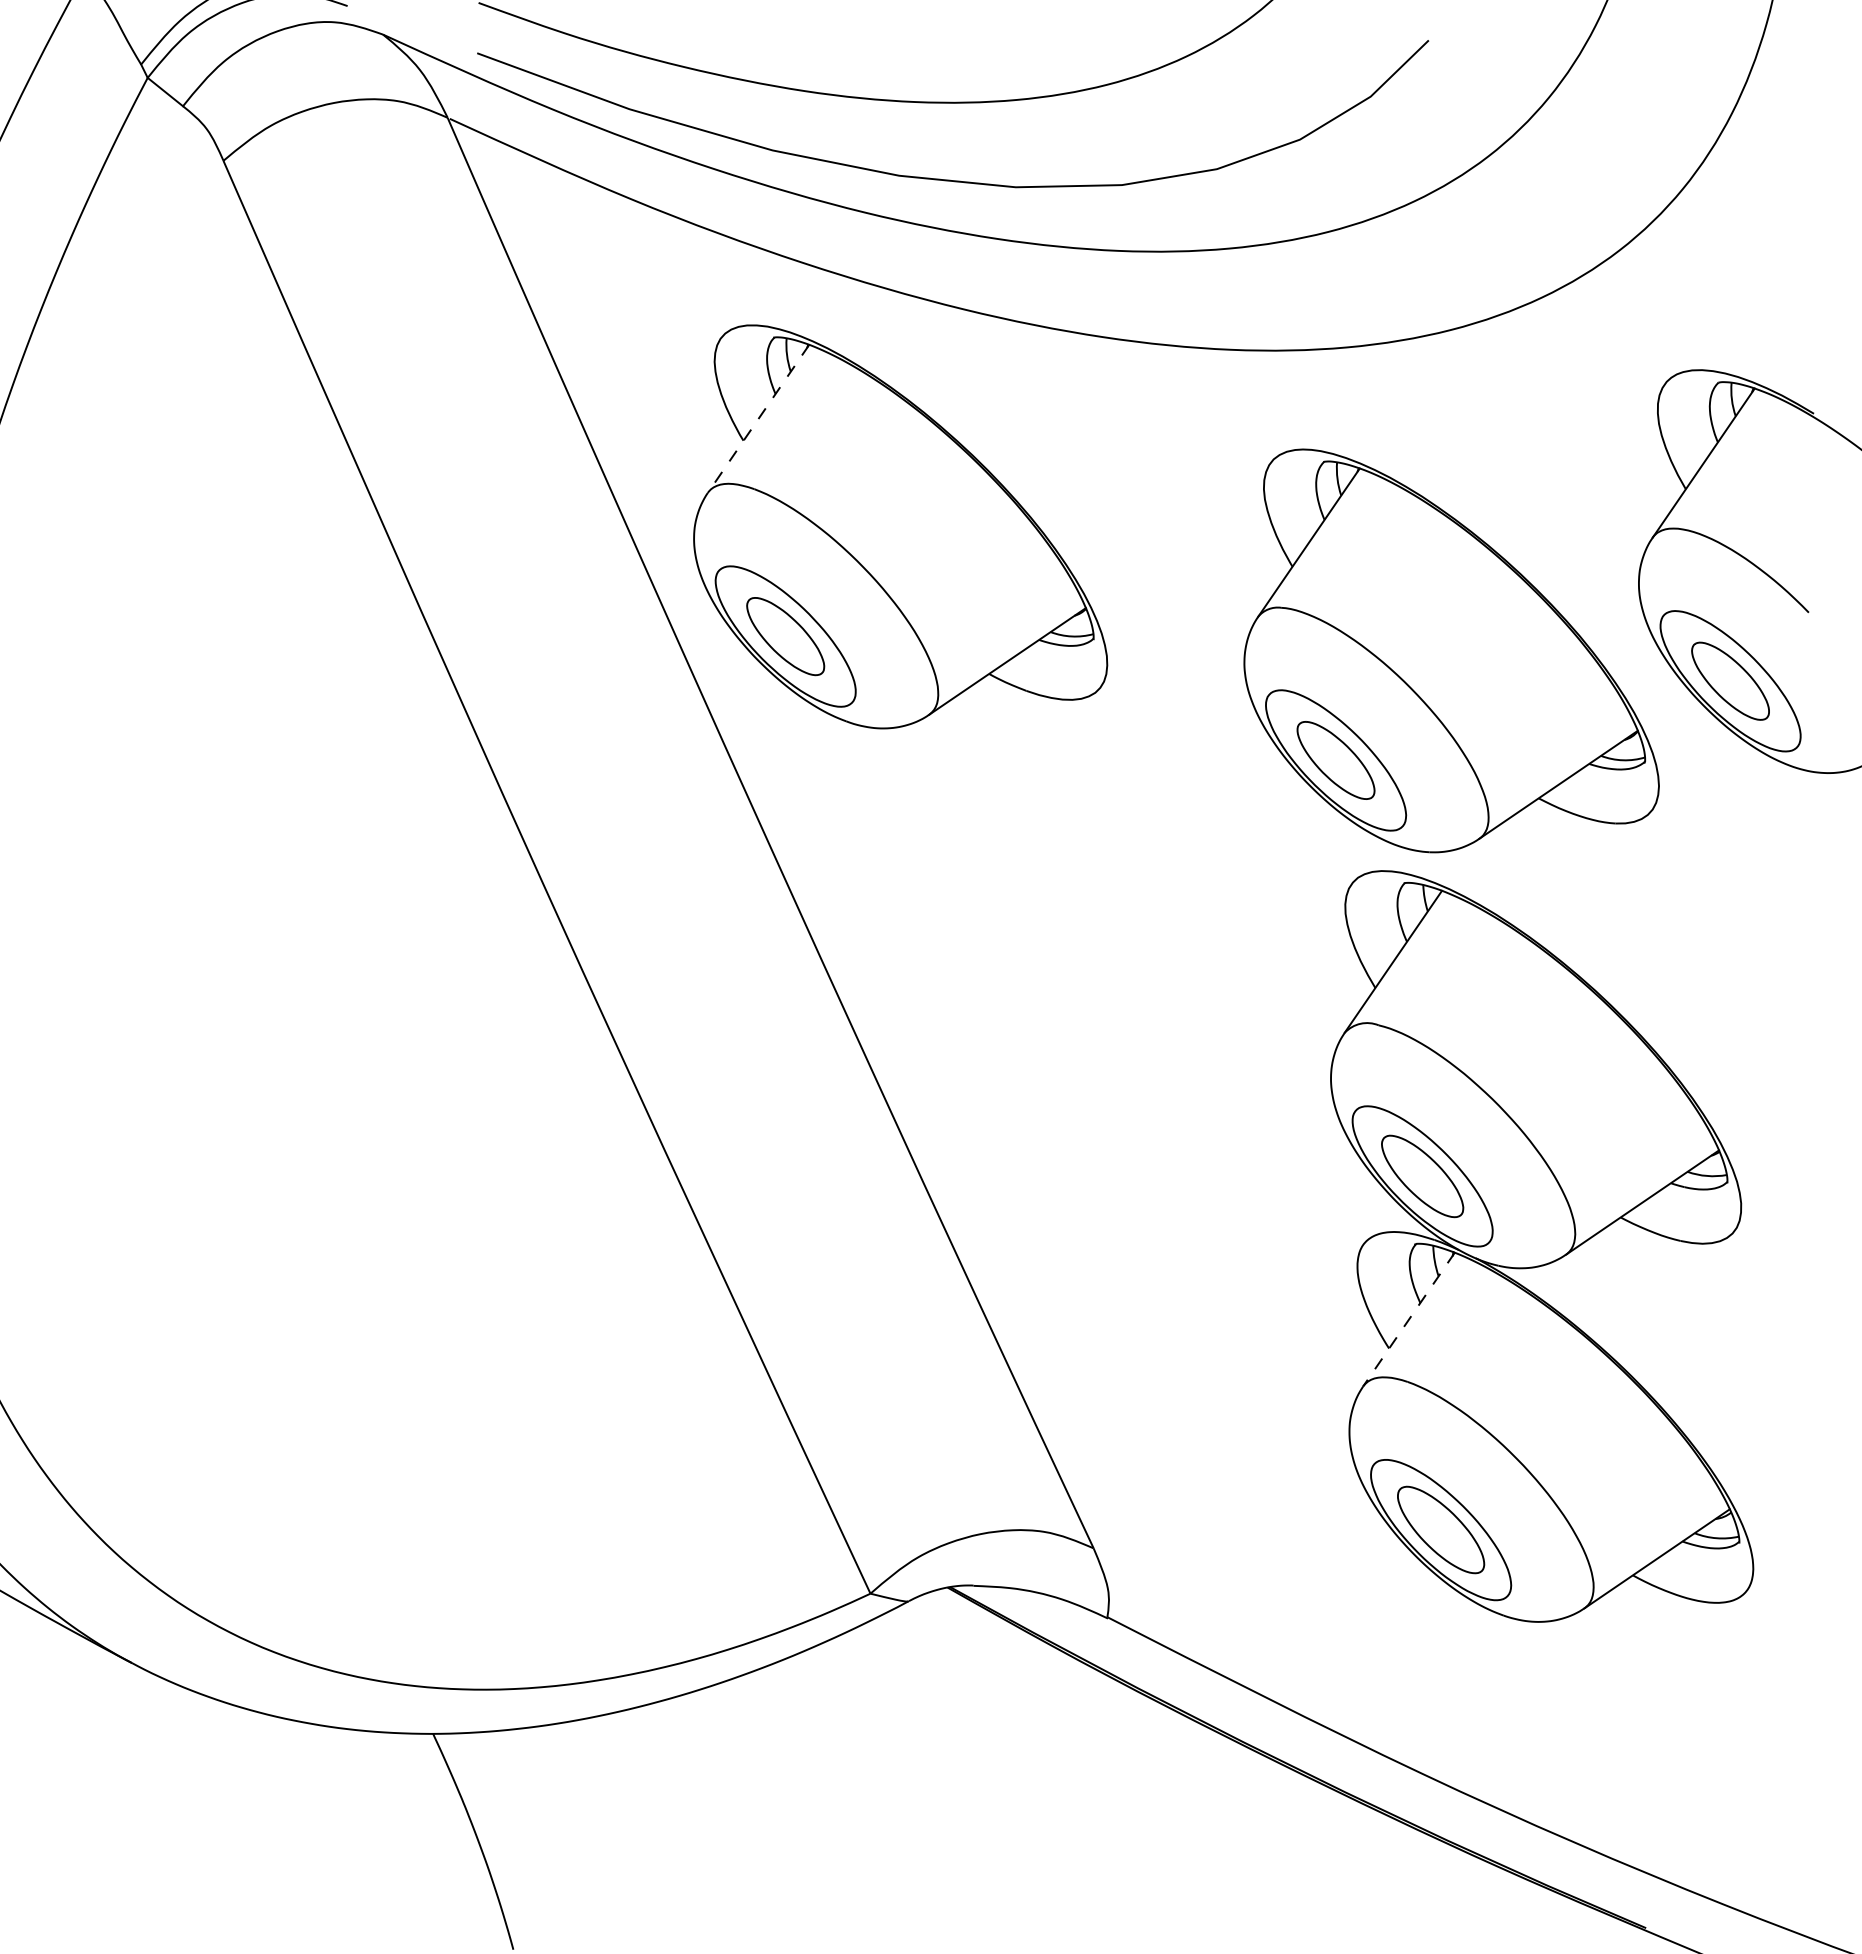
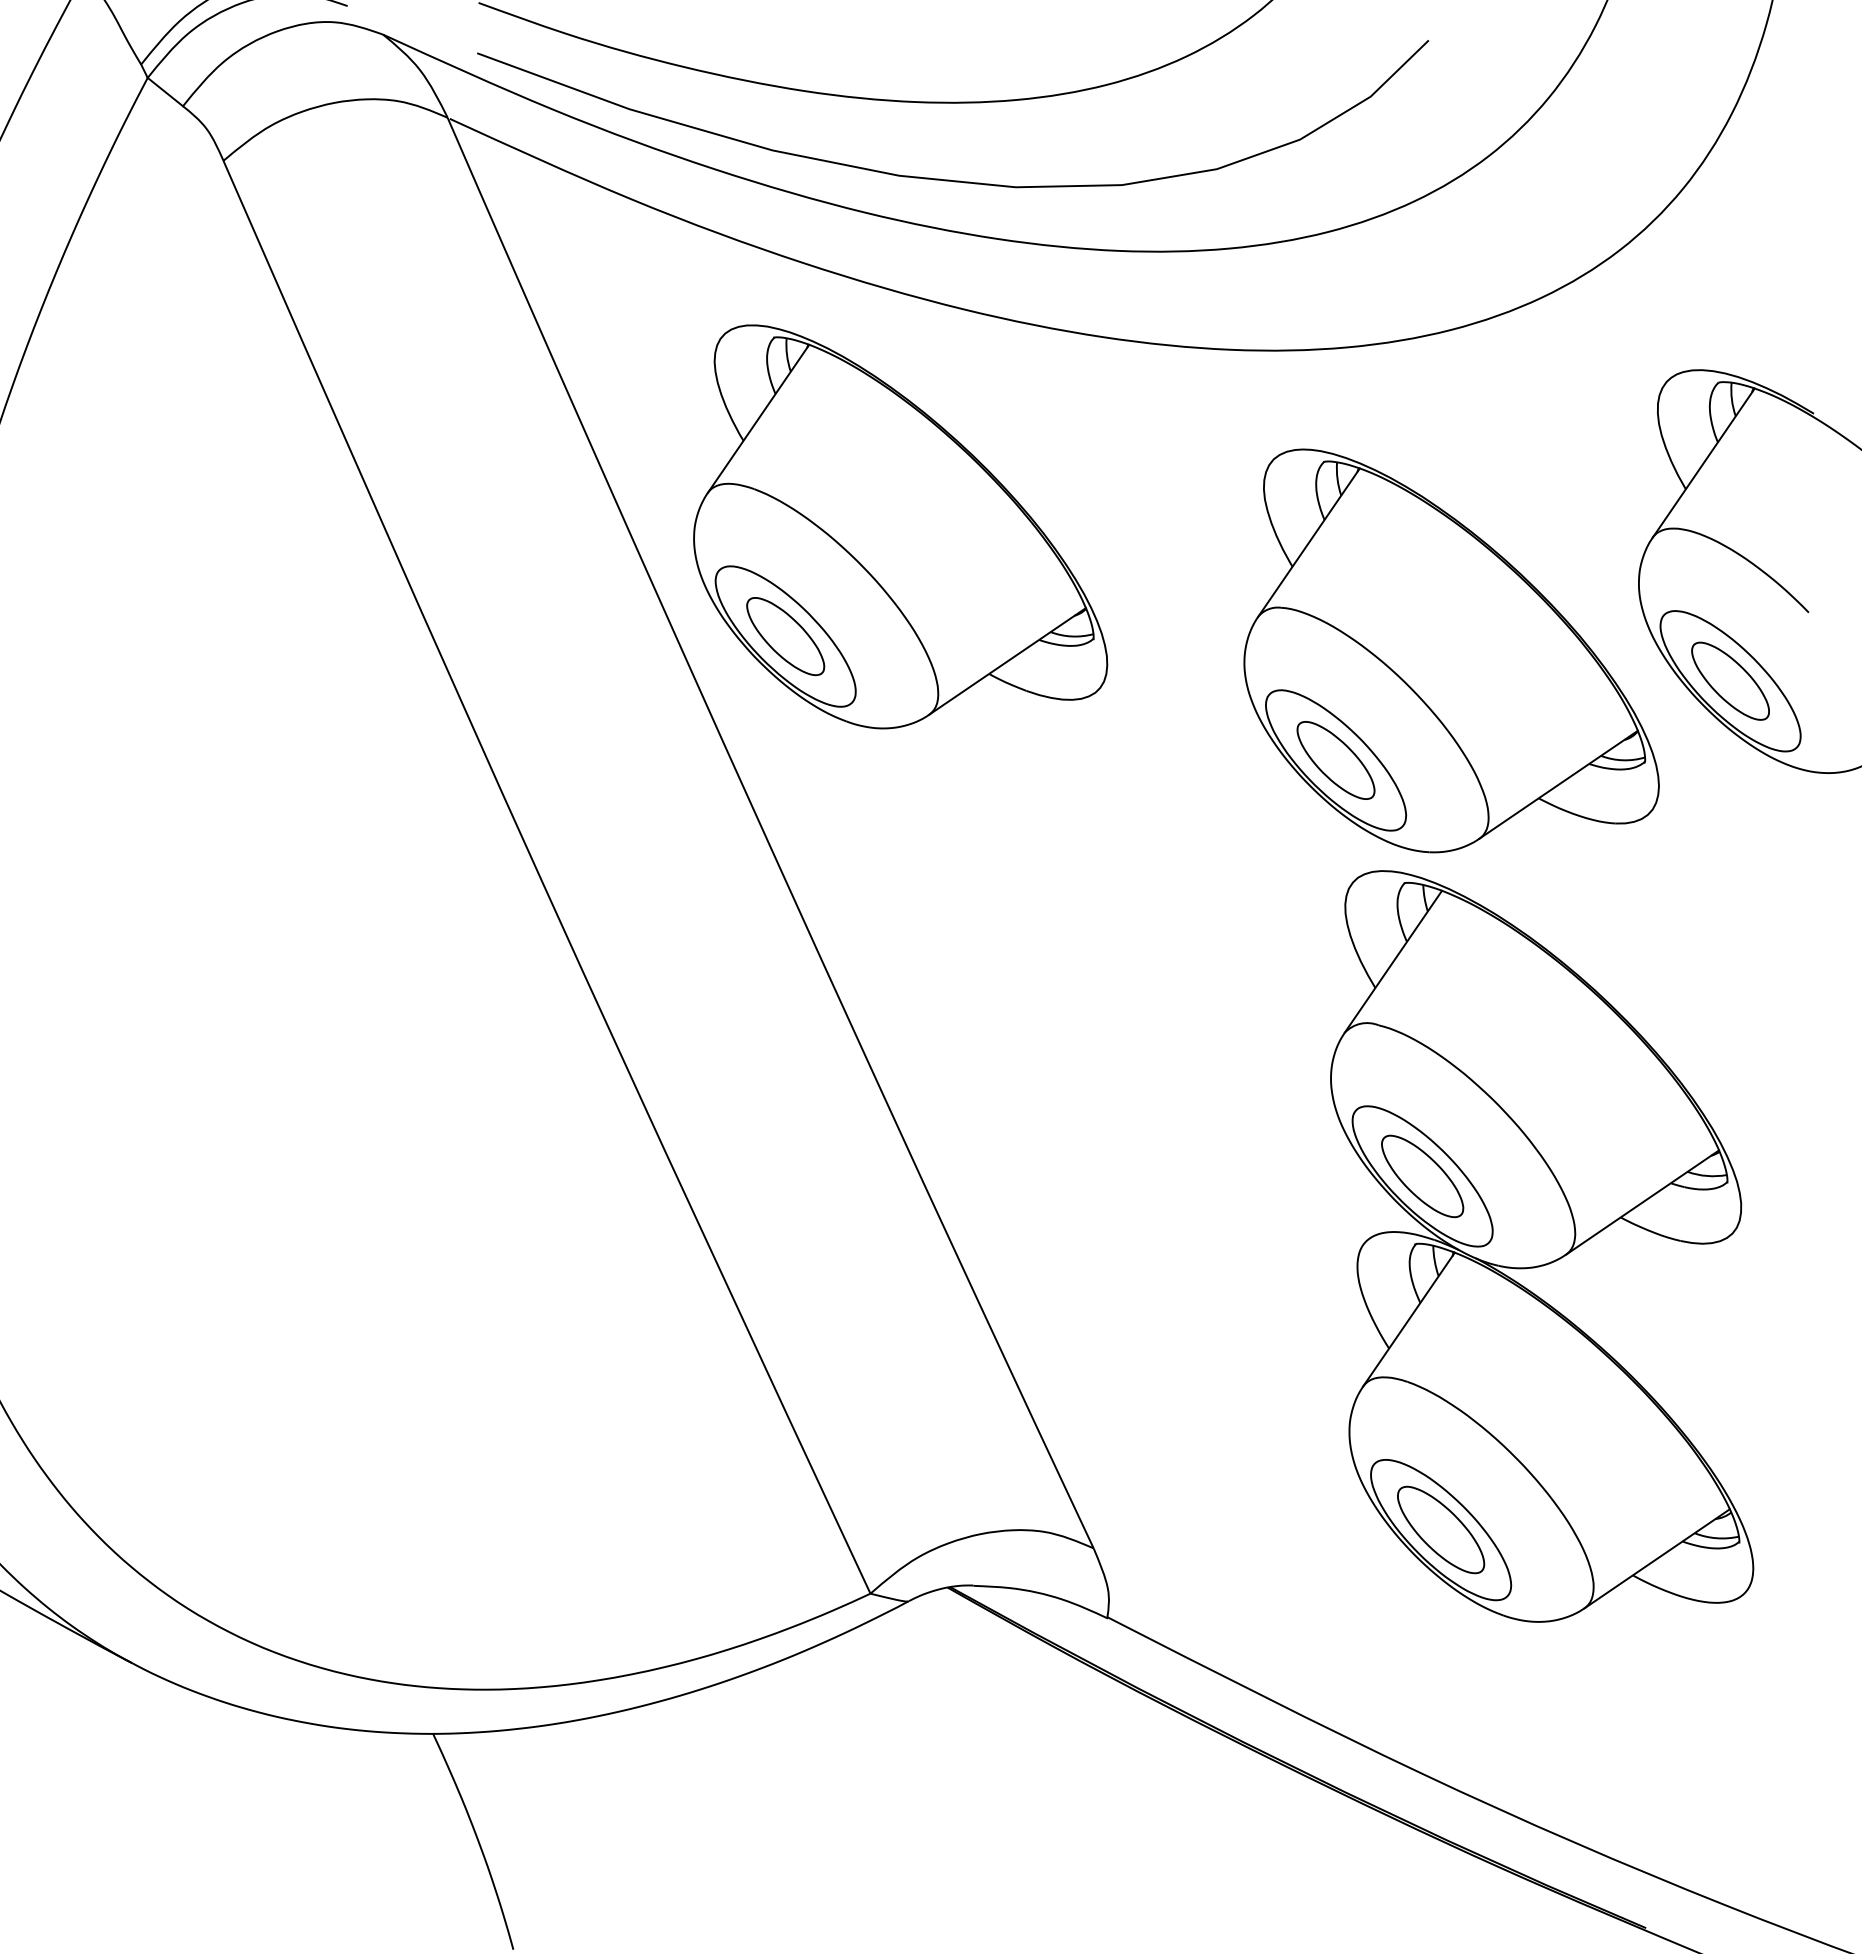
line at (758, 418): dashed -> solid
line at (1408, 1319): dashed -> solid
